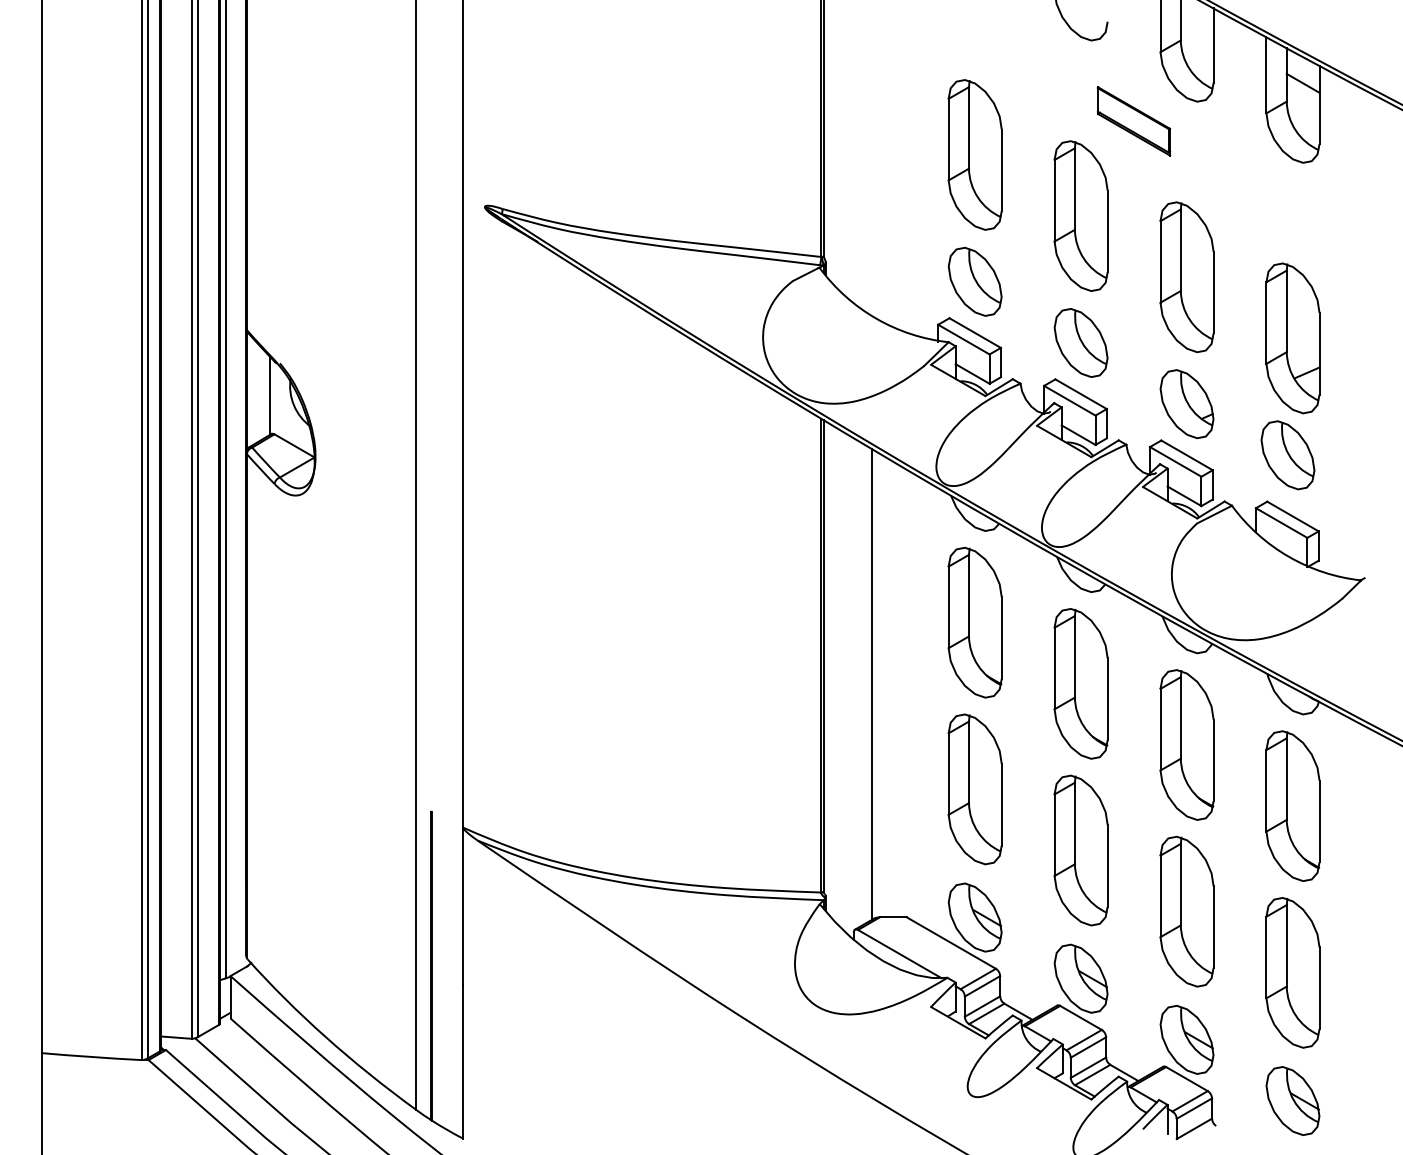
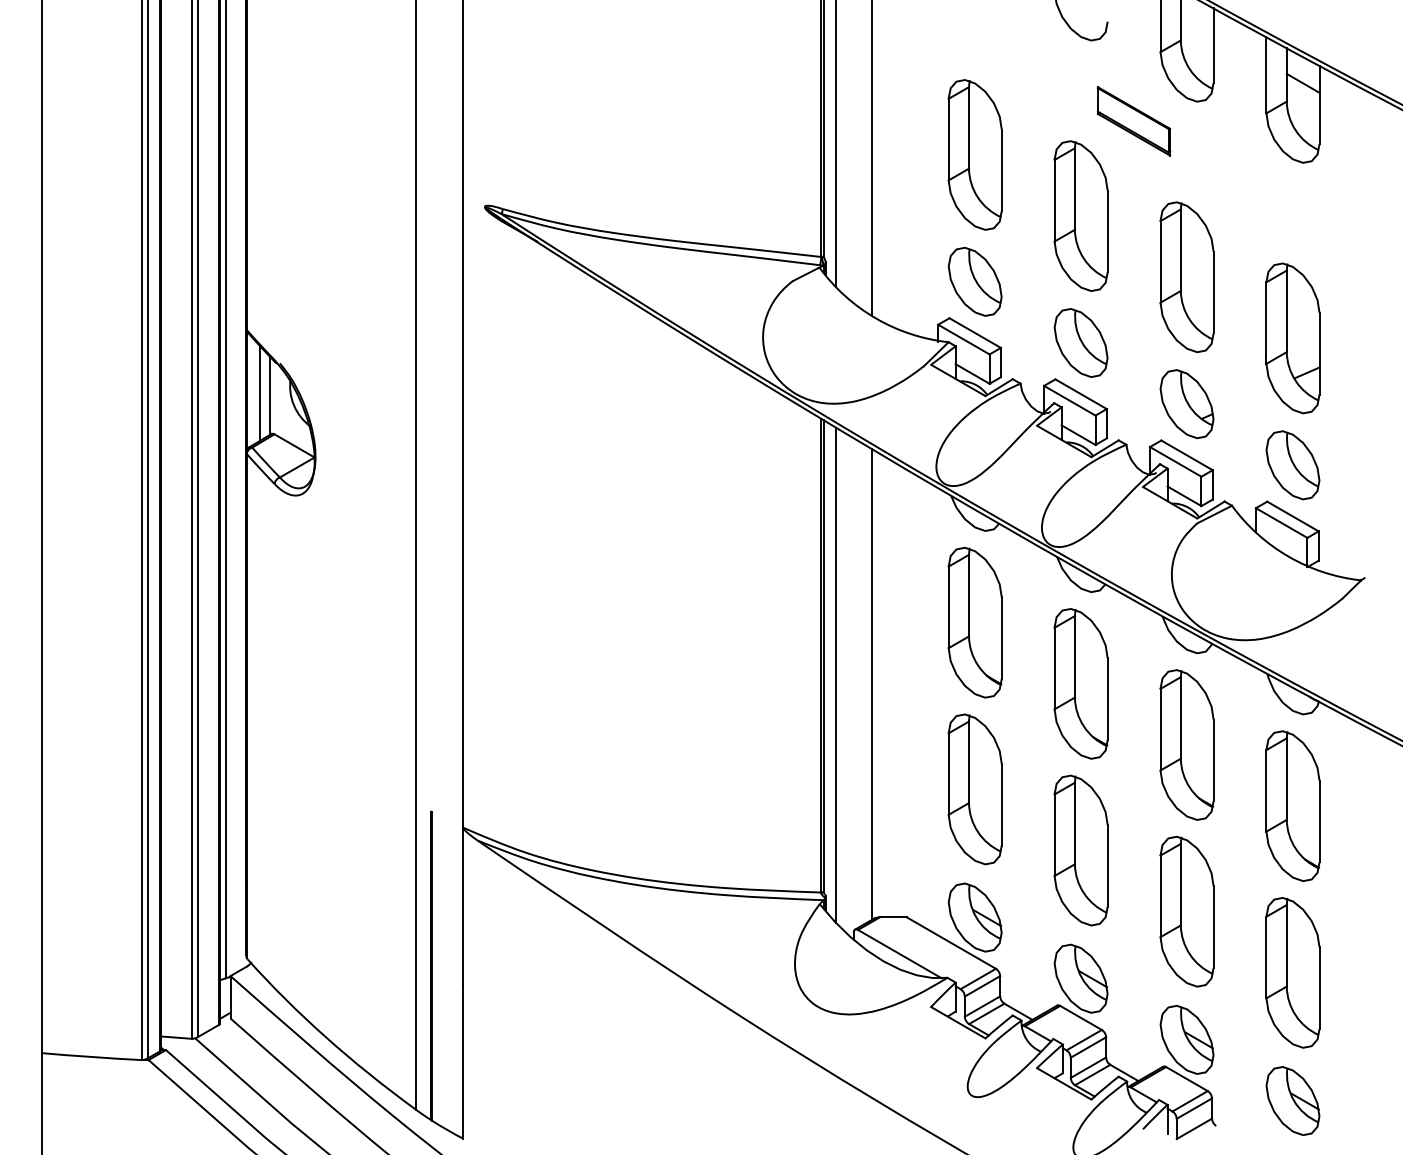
line at (836, 143): none -> present
line at (871, 158): none -> present
line at (260, 393): none -> present
part at (1287, 455) position: (1287, 455) -> (1292, 465)
line at (836, 675): none -> present
